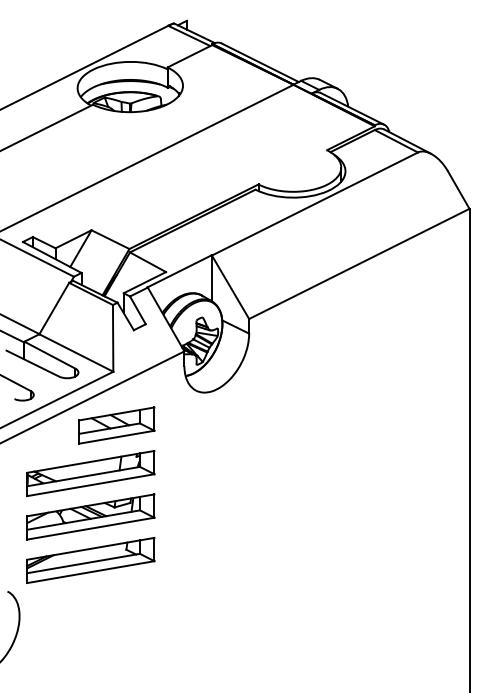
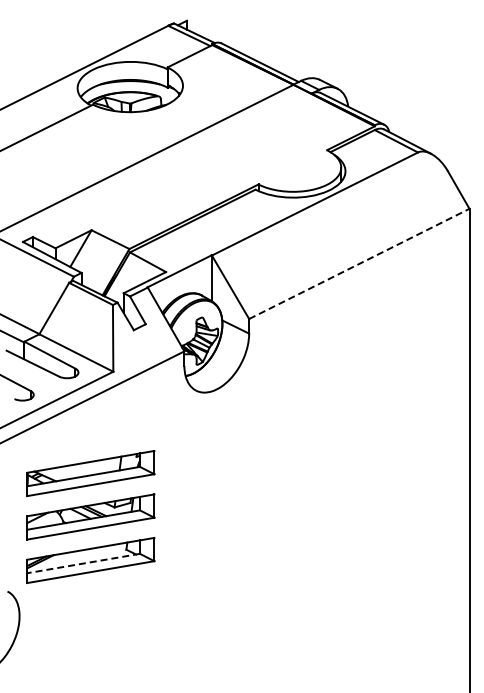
line at (359, 263): solid -> dashed
part at (116, 425): present -> none
line at (83, 563): solid -> dashed
